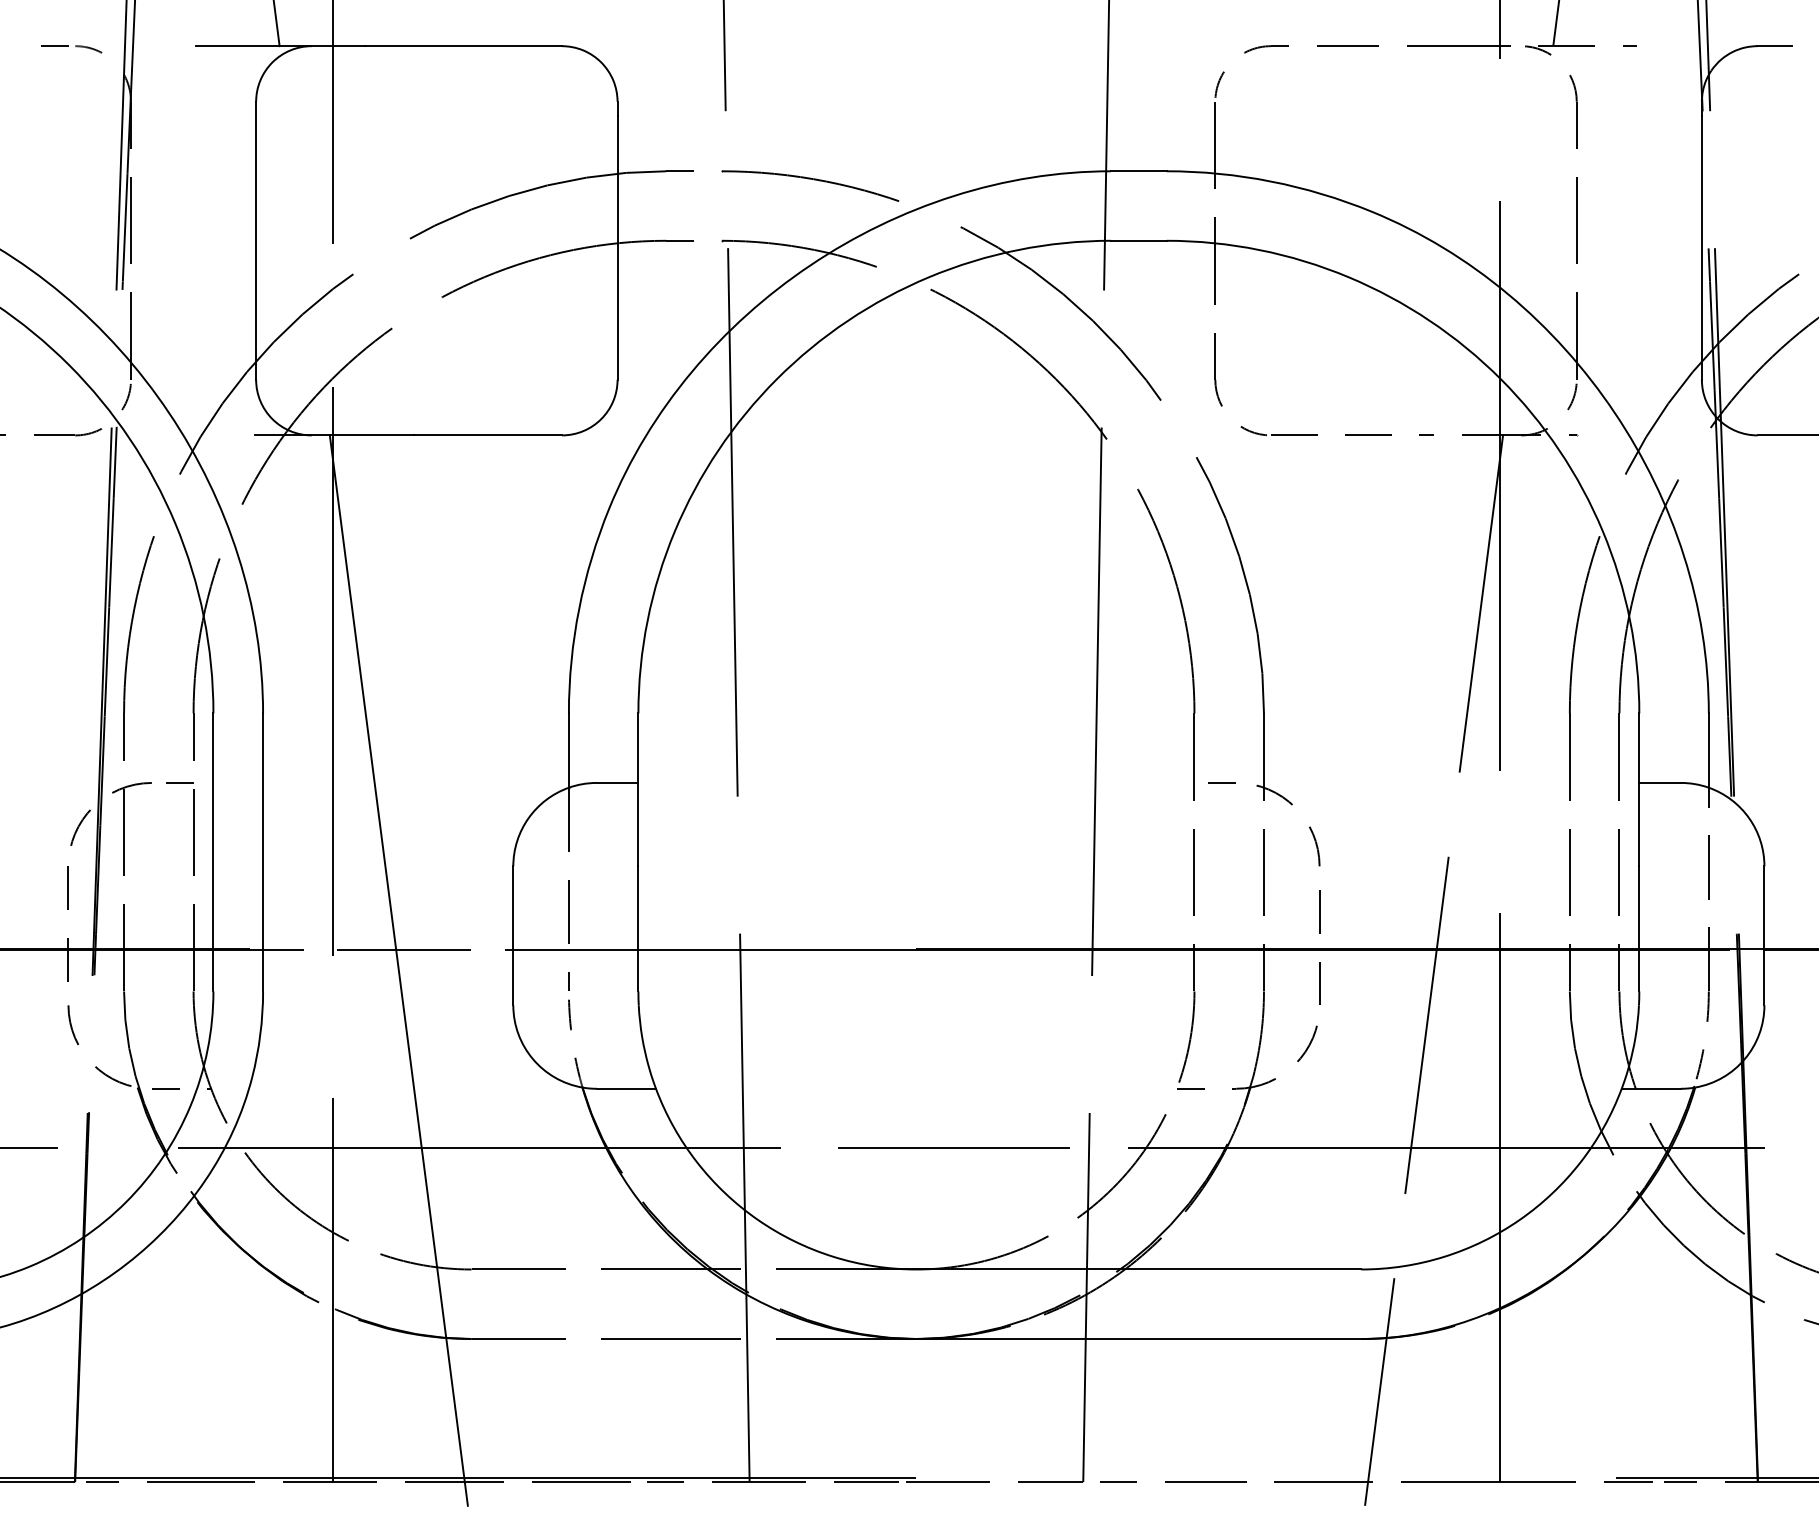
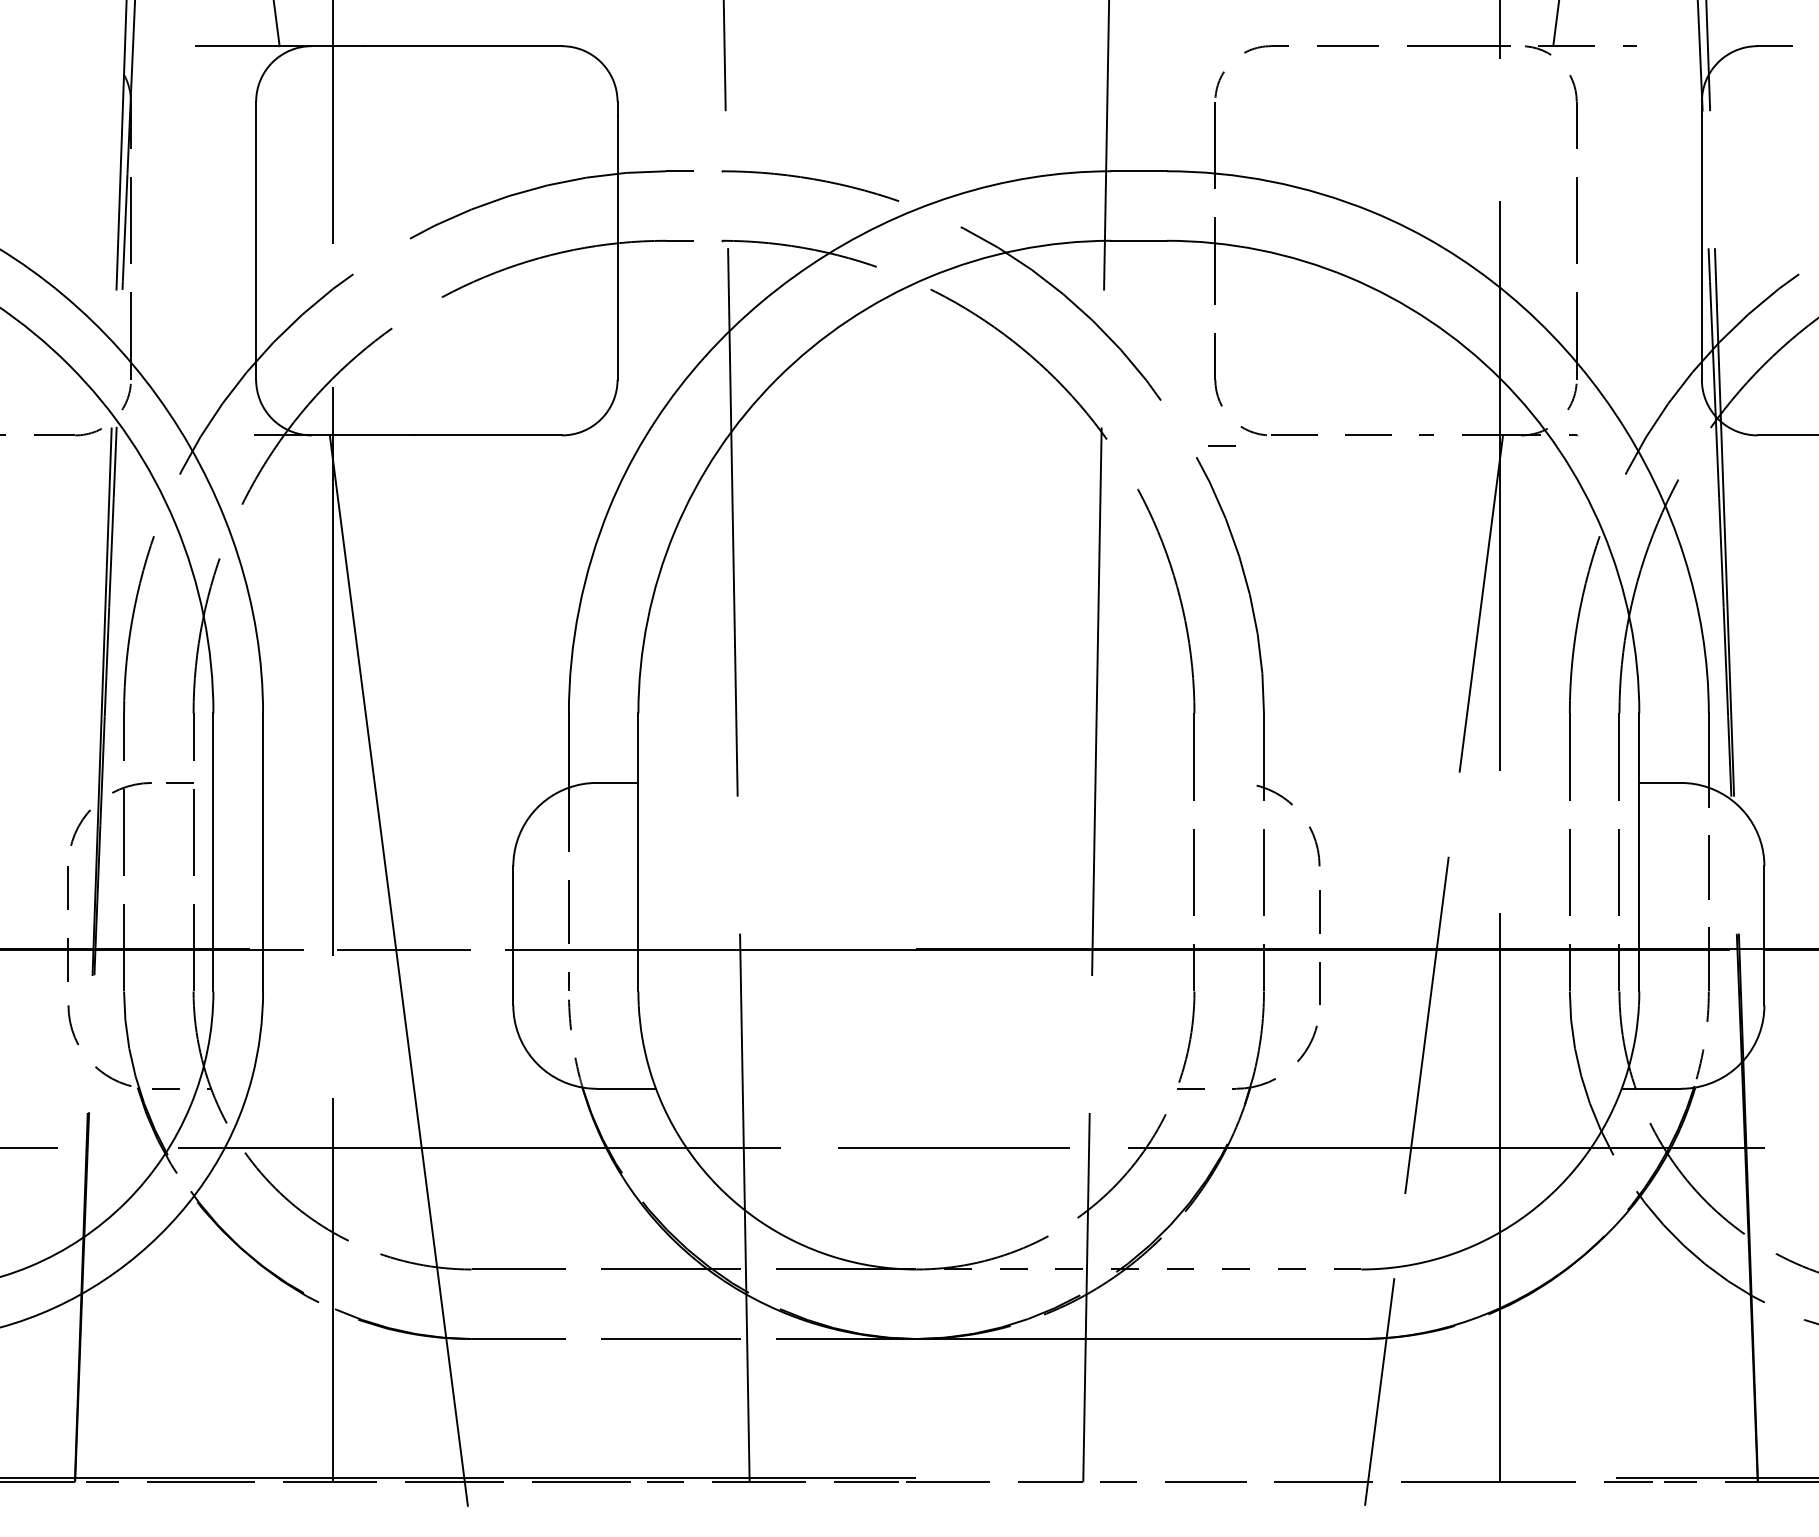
part at (71, 49): present -> none
line at (1221, 782) position: (1221, 782) -> (1221, 445)
line at (1138, 1269): solid -> dashed
